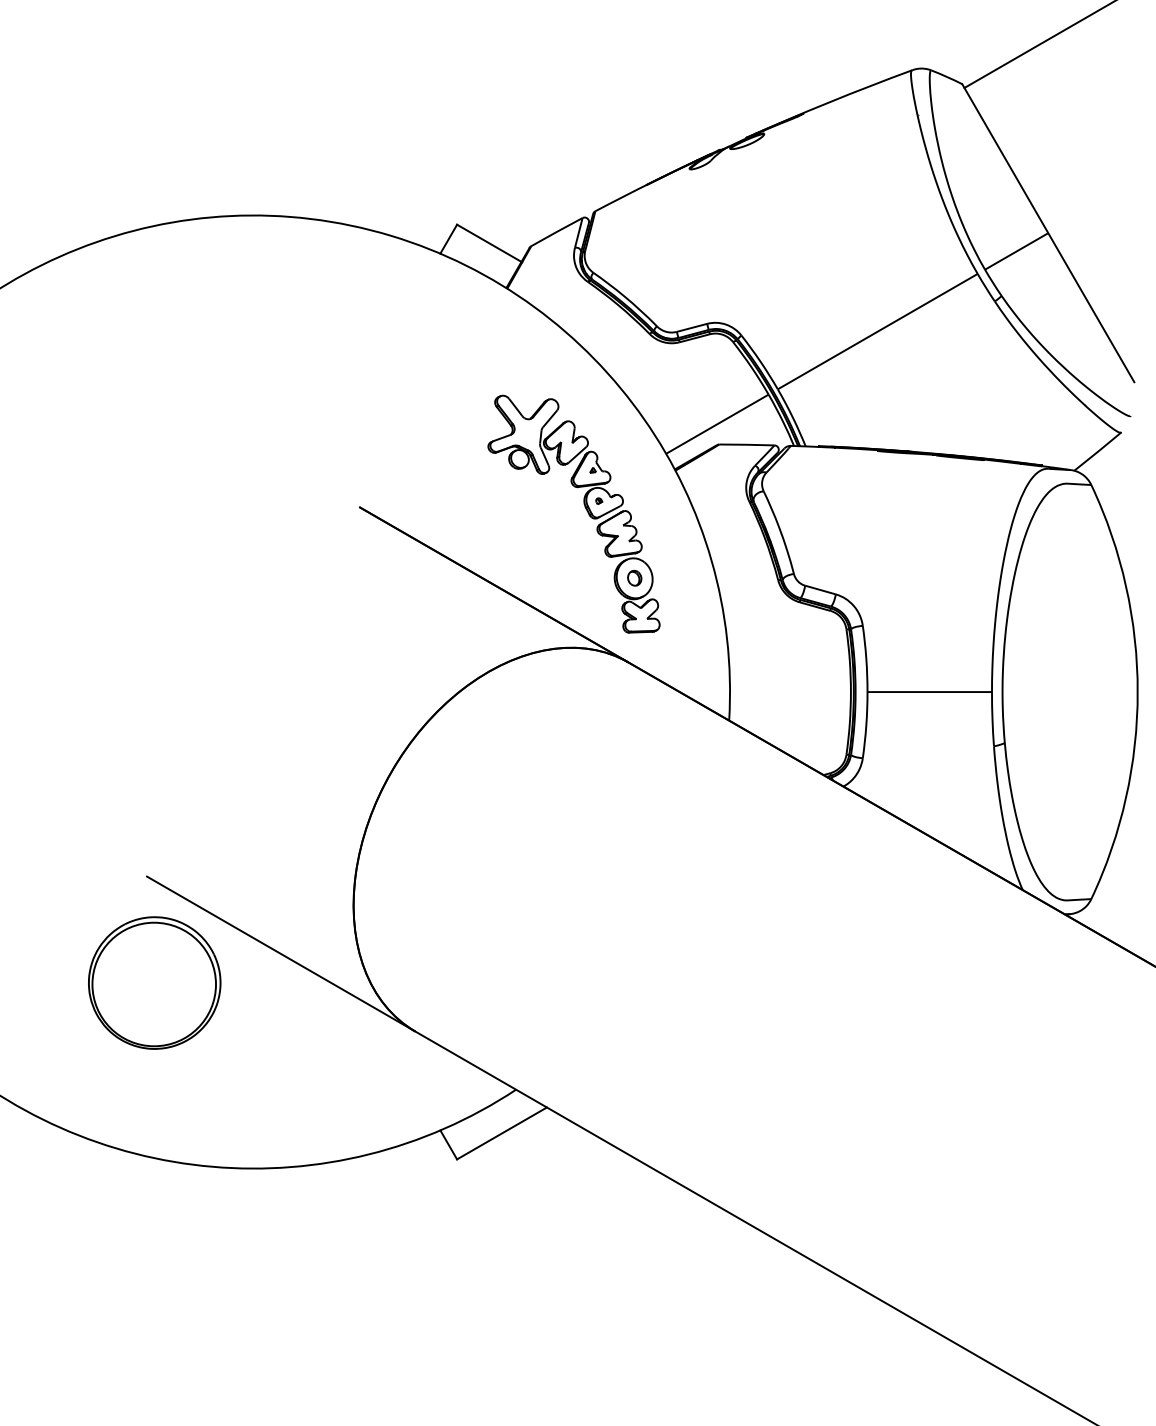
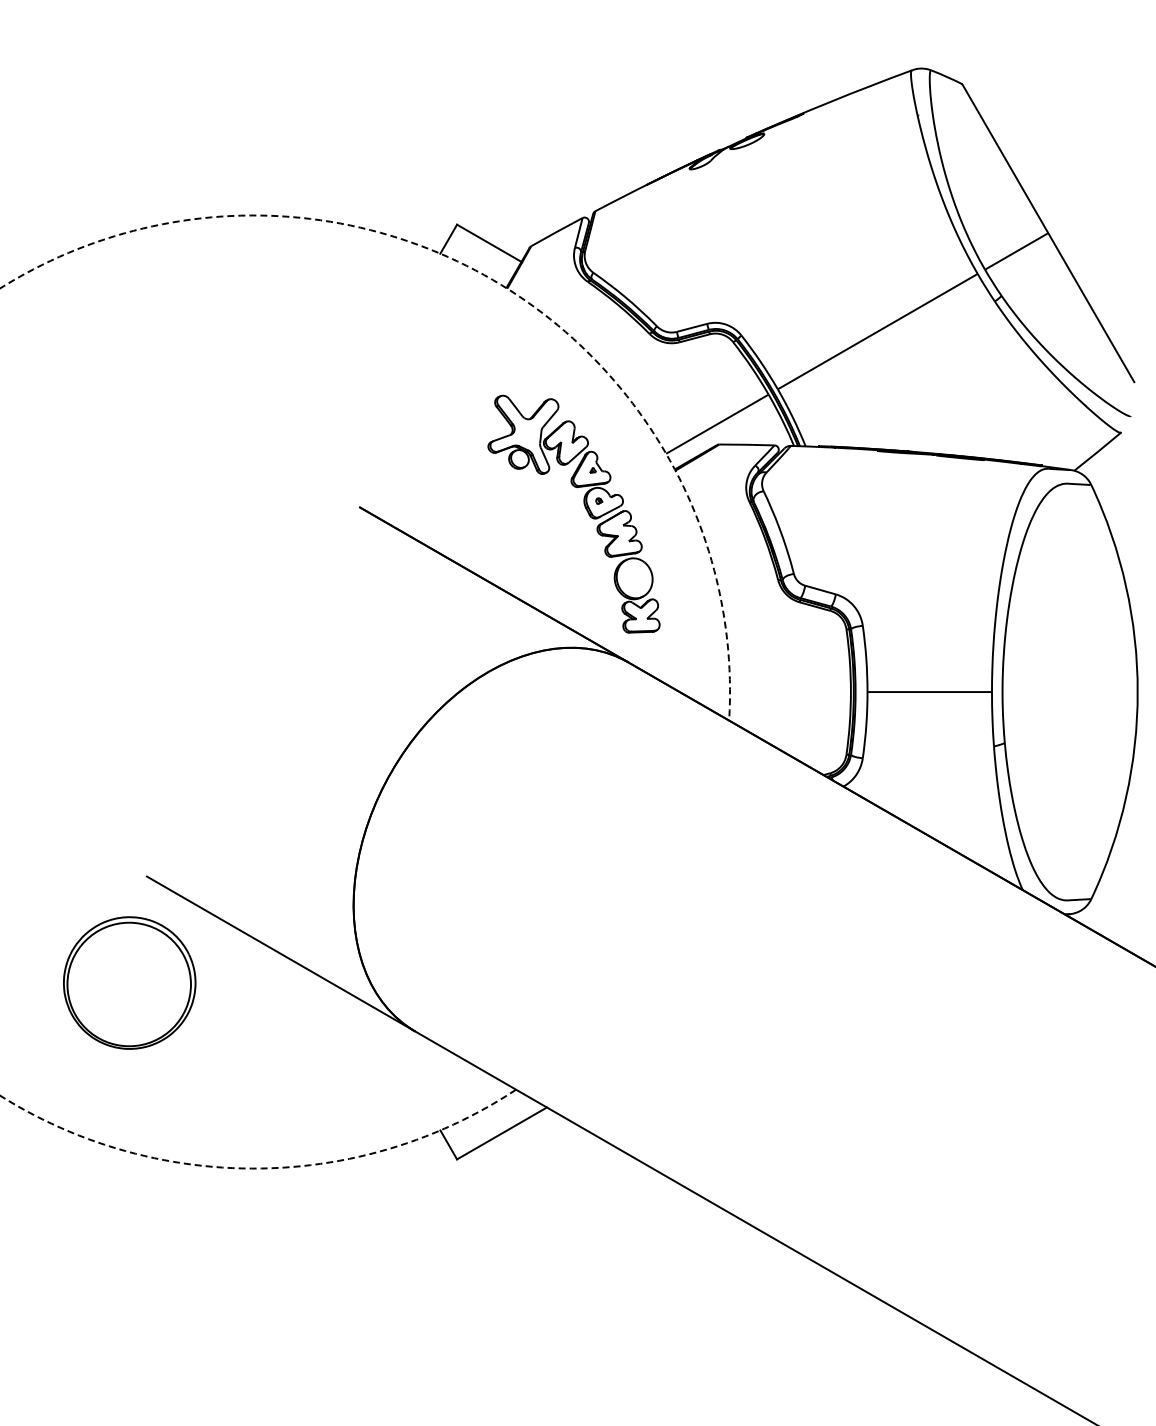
line at (1038, 44): present -> none
arc at (236, 215): solid -> dashed
part at (634, 577): present -> none
part at (154, 982) position: (154, 982) -> (129, 982)
